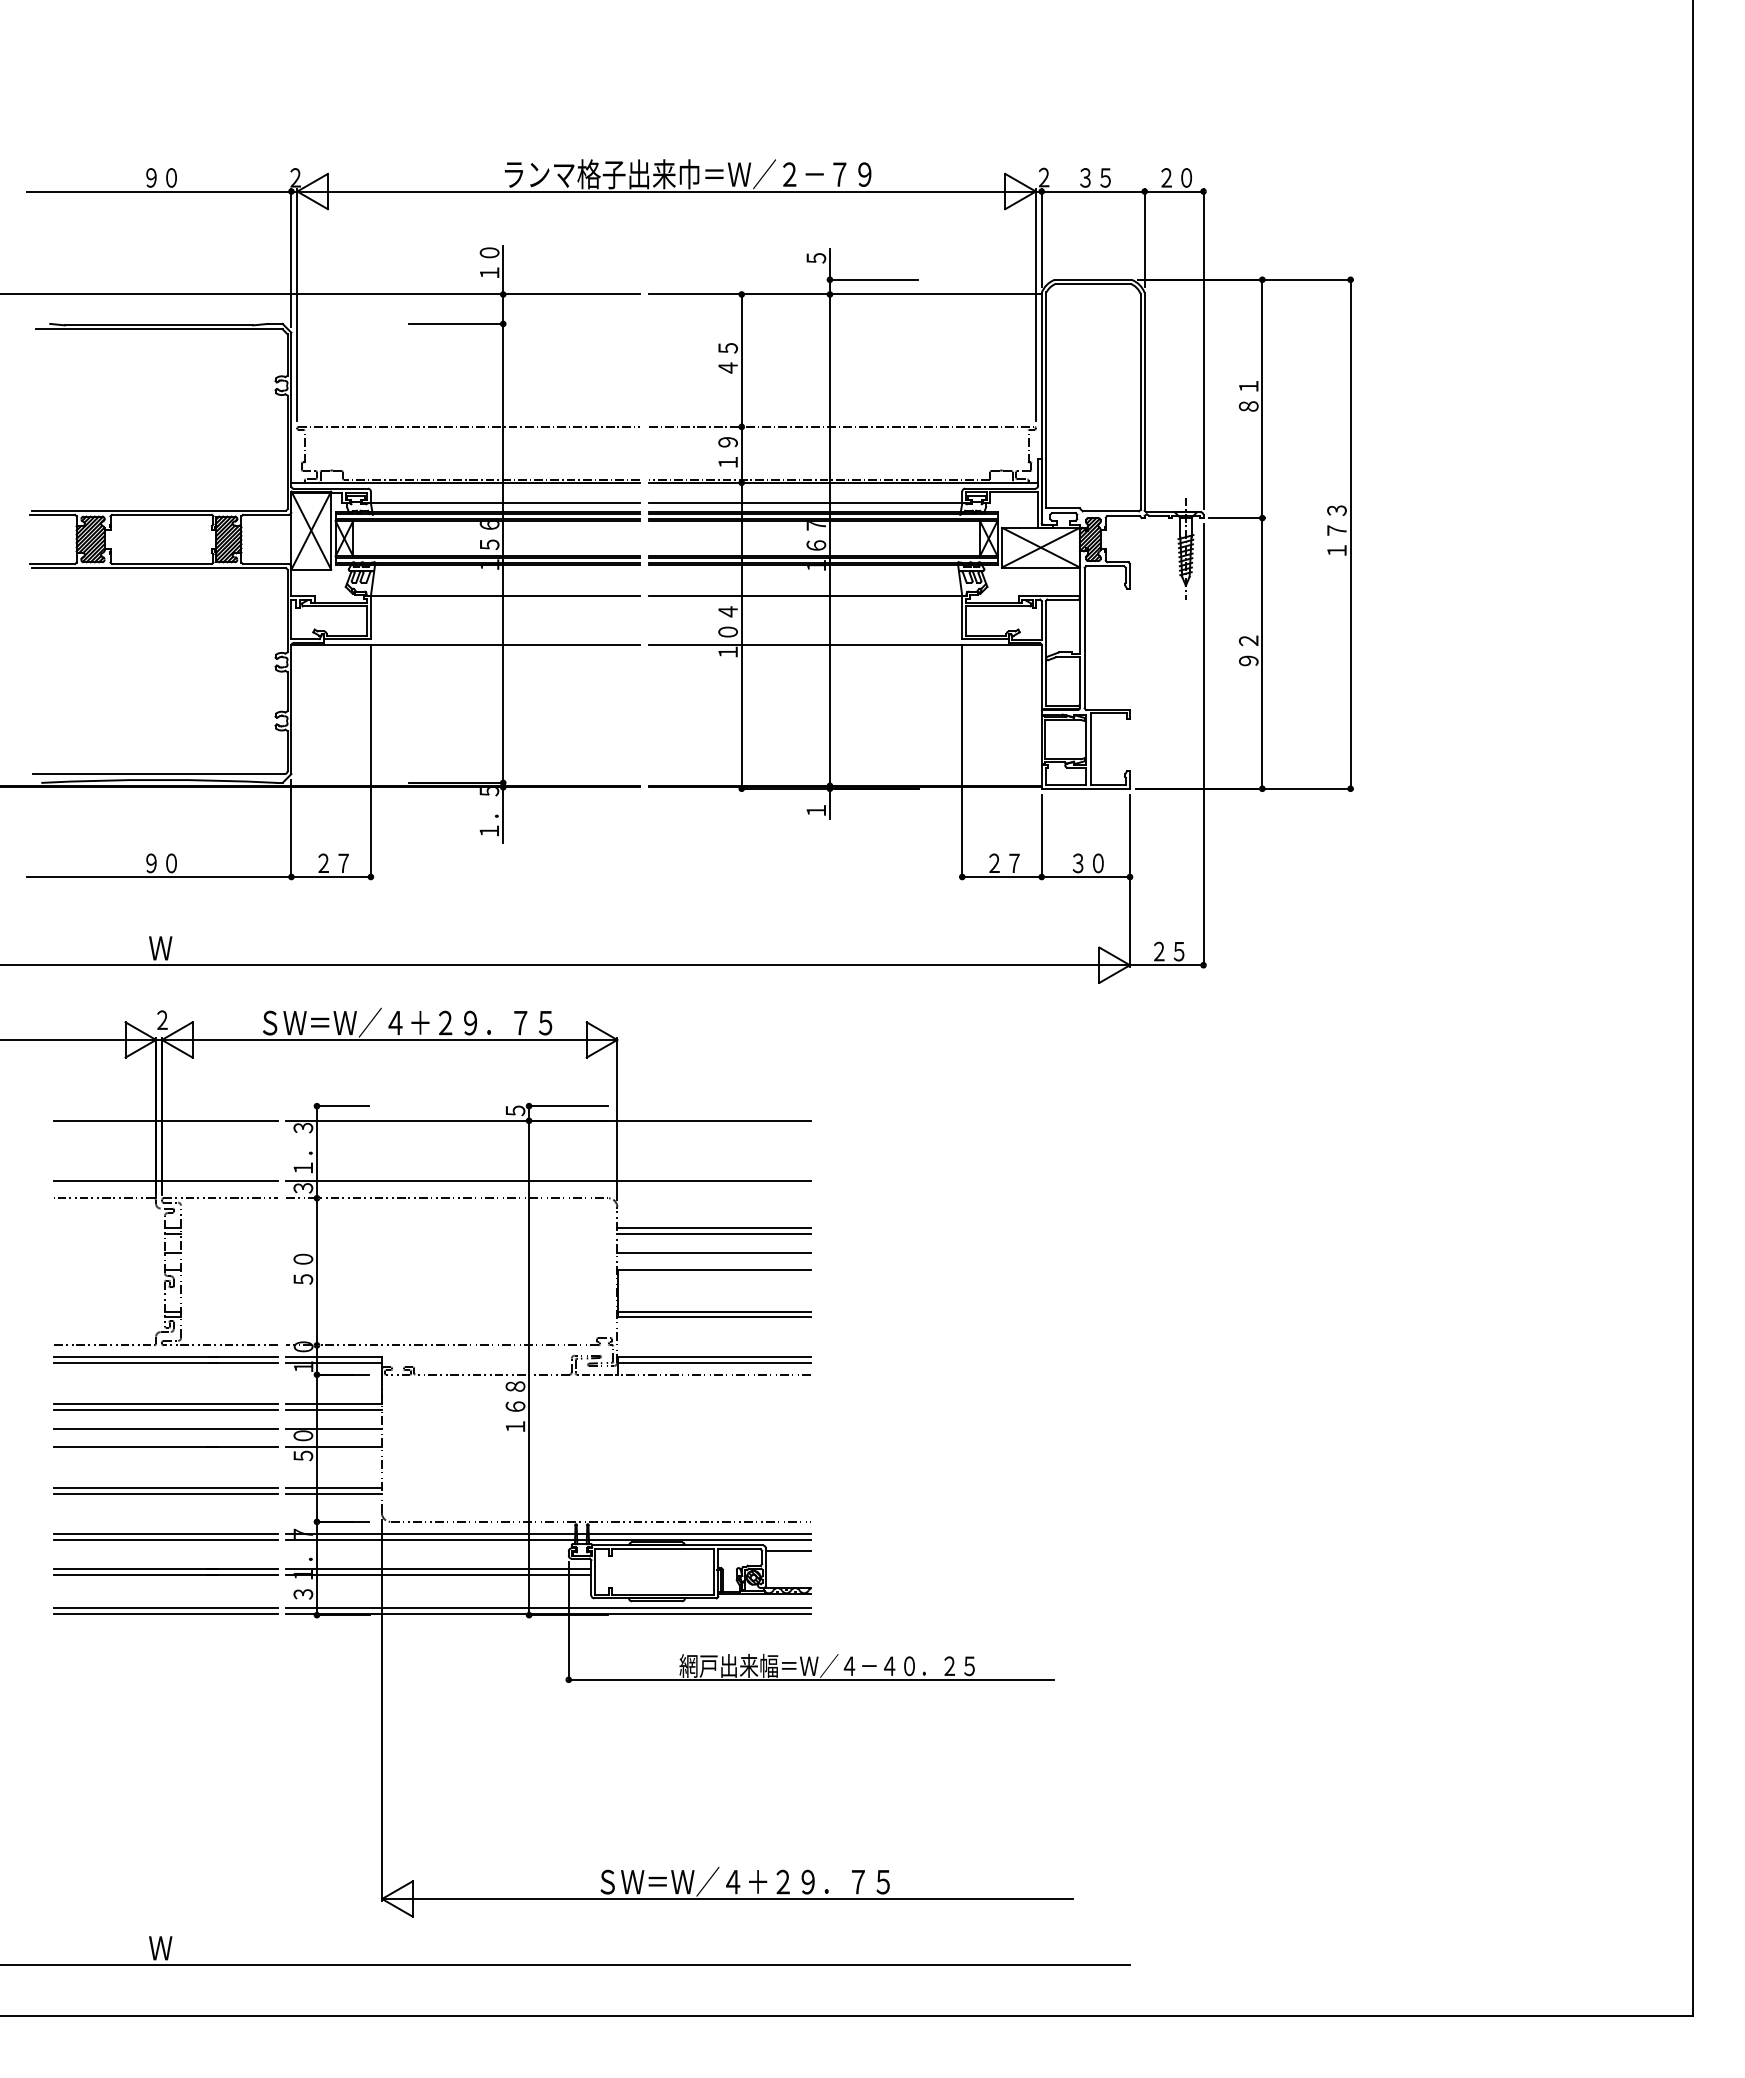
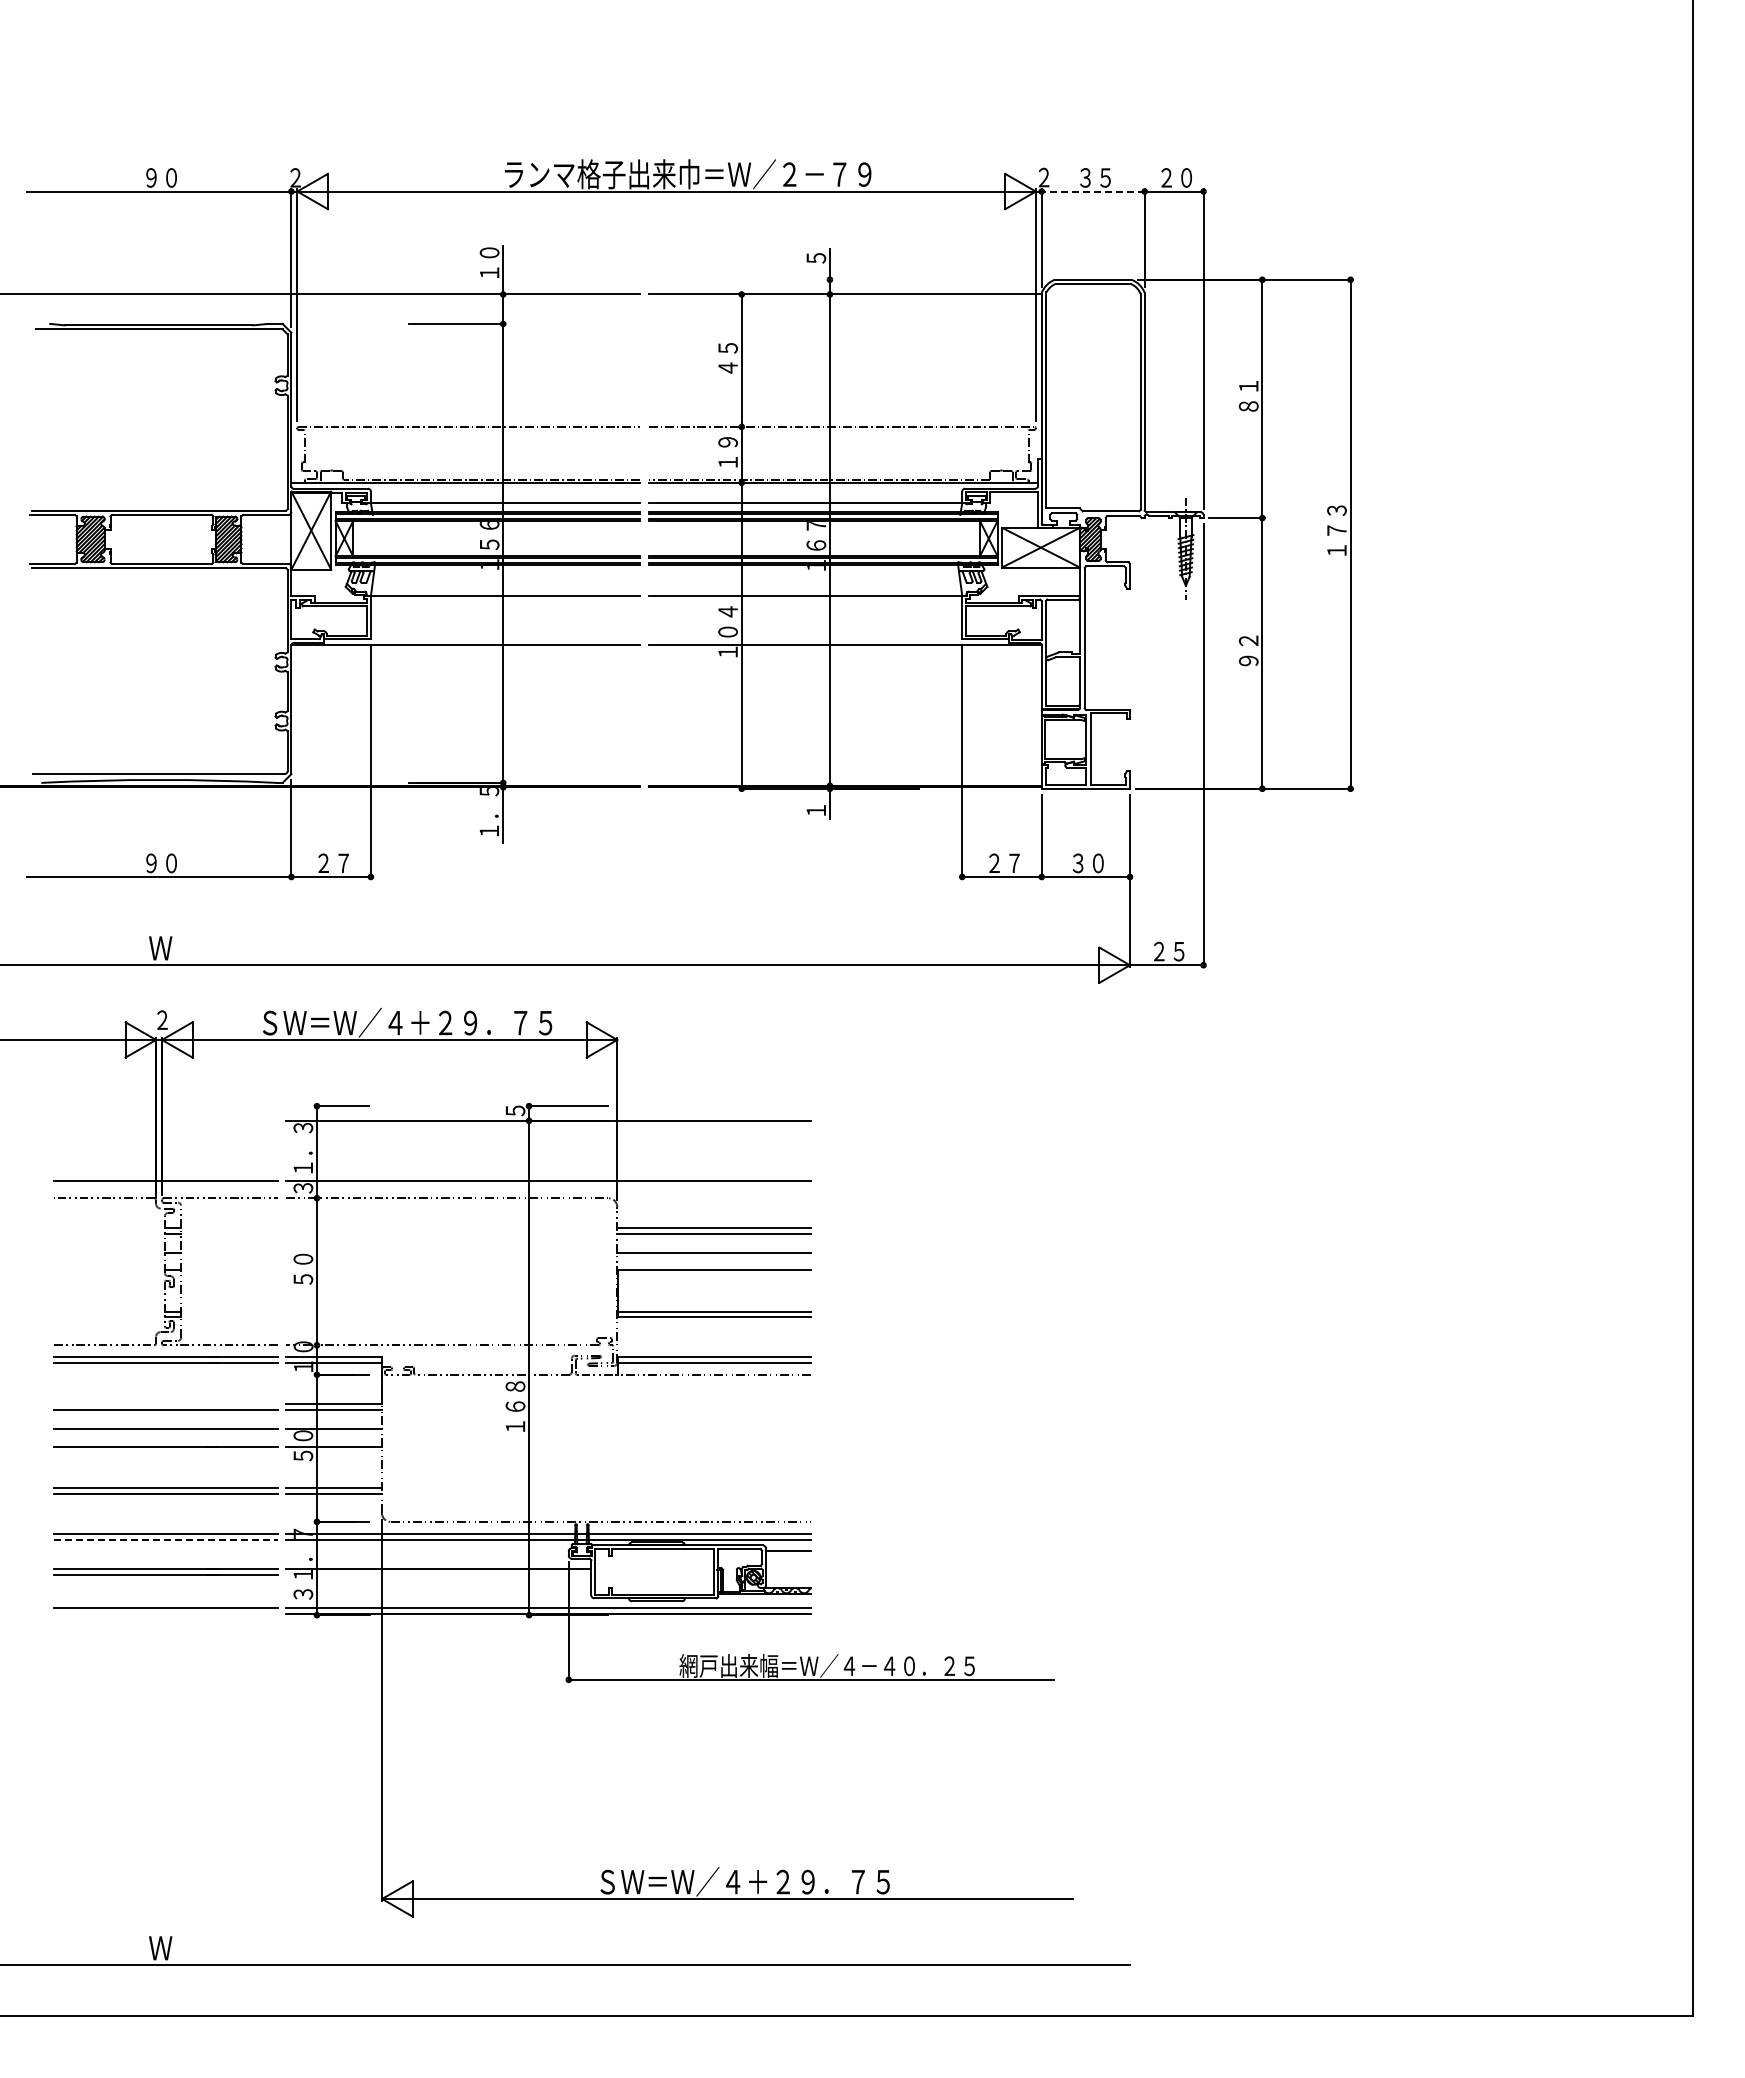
line at (1092, 191): solid -> dashed
line at (872, 279): present -> none
line at (165, 1120): present -> none
line at (165, 1404): present -> none
line at (165, 1539): solid -> dashed
line at (438, 1574): present -> none
line at (165, 1613): present -> none
